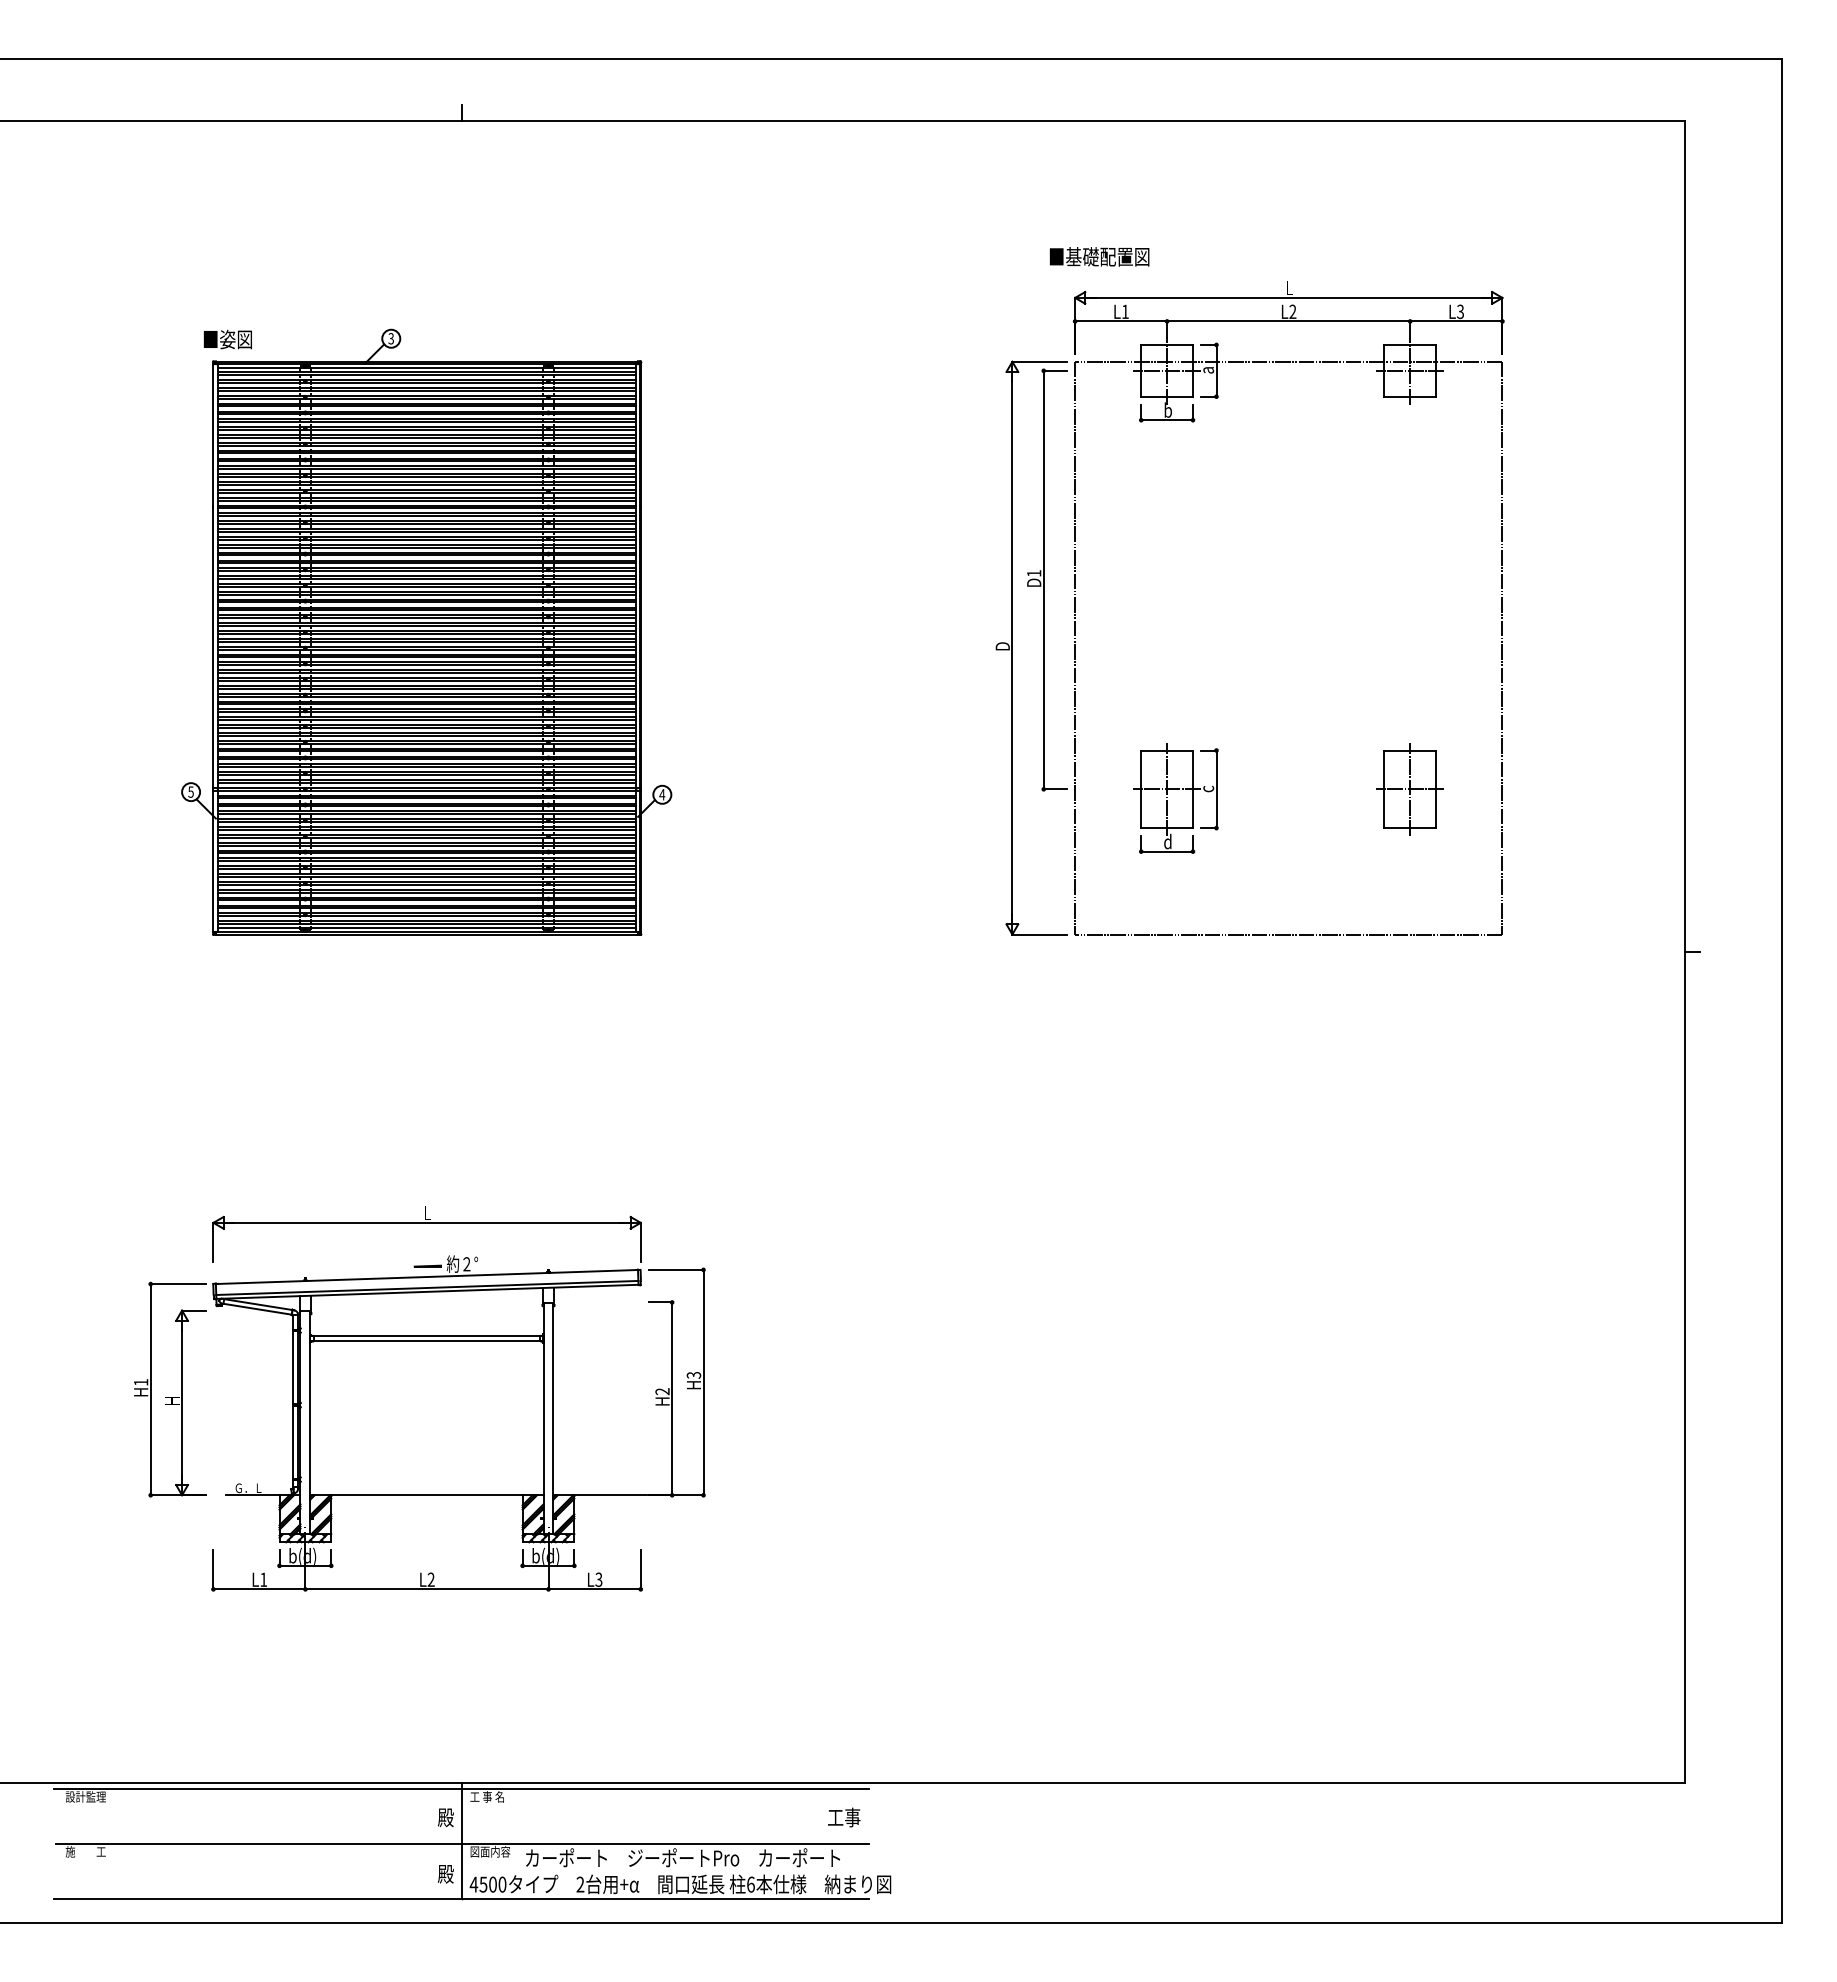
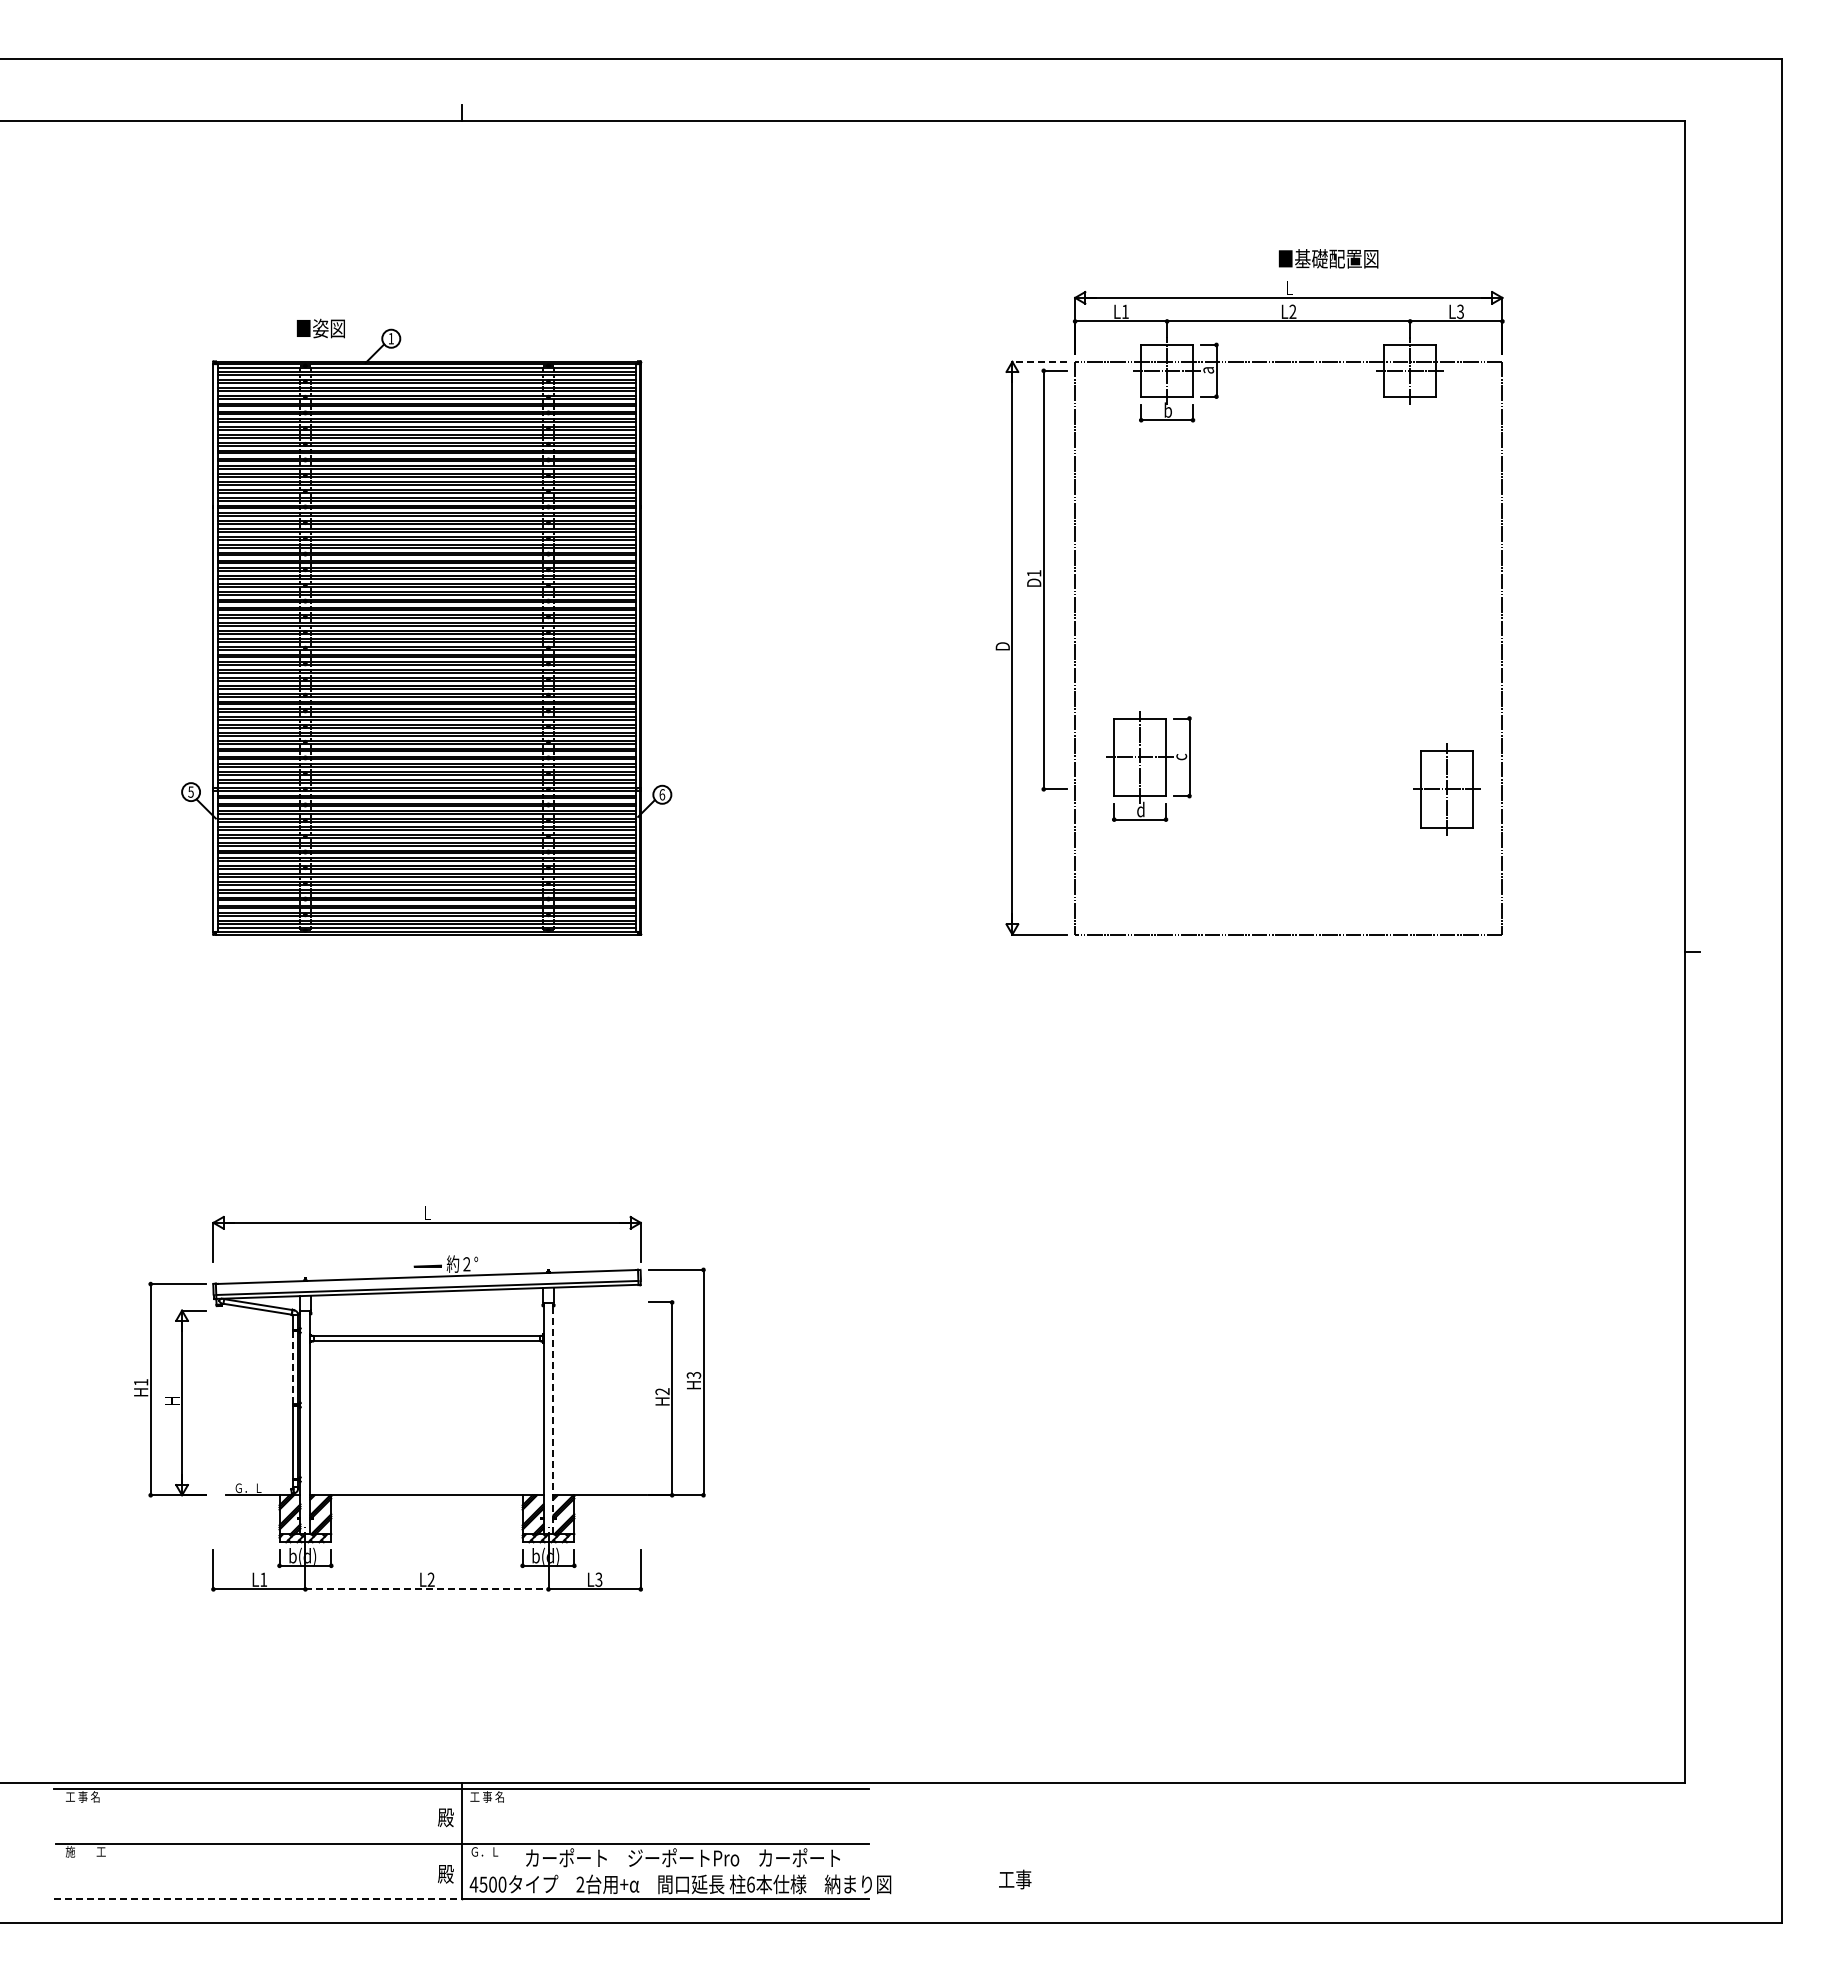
text at (1099, 256) position: (1099, 256) -> (1328, 258)
text at (390, 338): 3 -> 1
text at (227, 339) position: (227, 339) -> (320, 328)
line at (1039, 361): solid -> dashed
part at (1409, 789) position: (1409, 789) -> (1446, 789)
text at (661, 794): 4 -> 6
part at (1175, 798) position: (1175, 798) -> (1148, 766)
line at (293, 1367): solid -> dashed
line at (553, 1418): solid -> dashed
line at (426, 1589): solid -> dashed
text at (85, 1796): 設計監理 -> 工 事 名
text at (844, 1817) position: (844, 1817) -> (1015, 1879)
text at (490, 1851): 図面内容 -> Ｇ．Ｌ
line at (257, 1899): solid -> dashed
